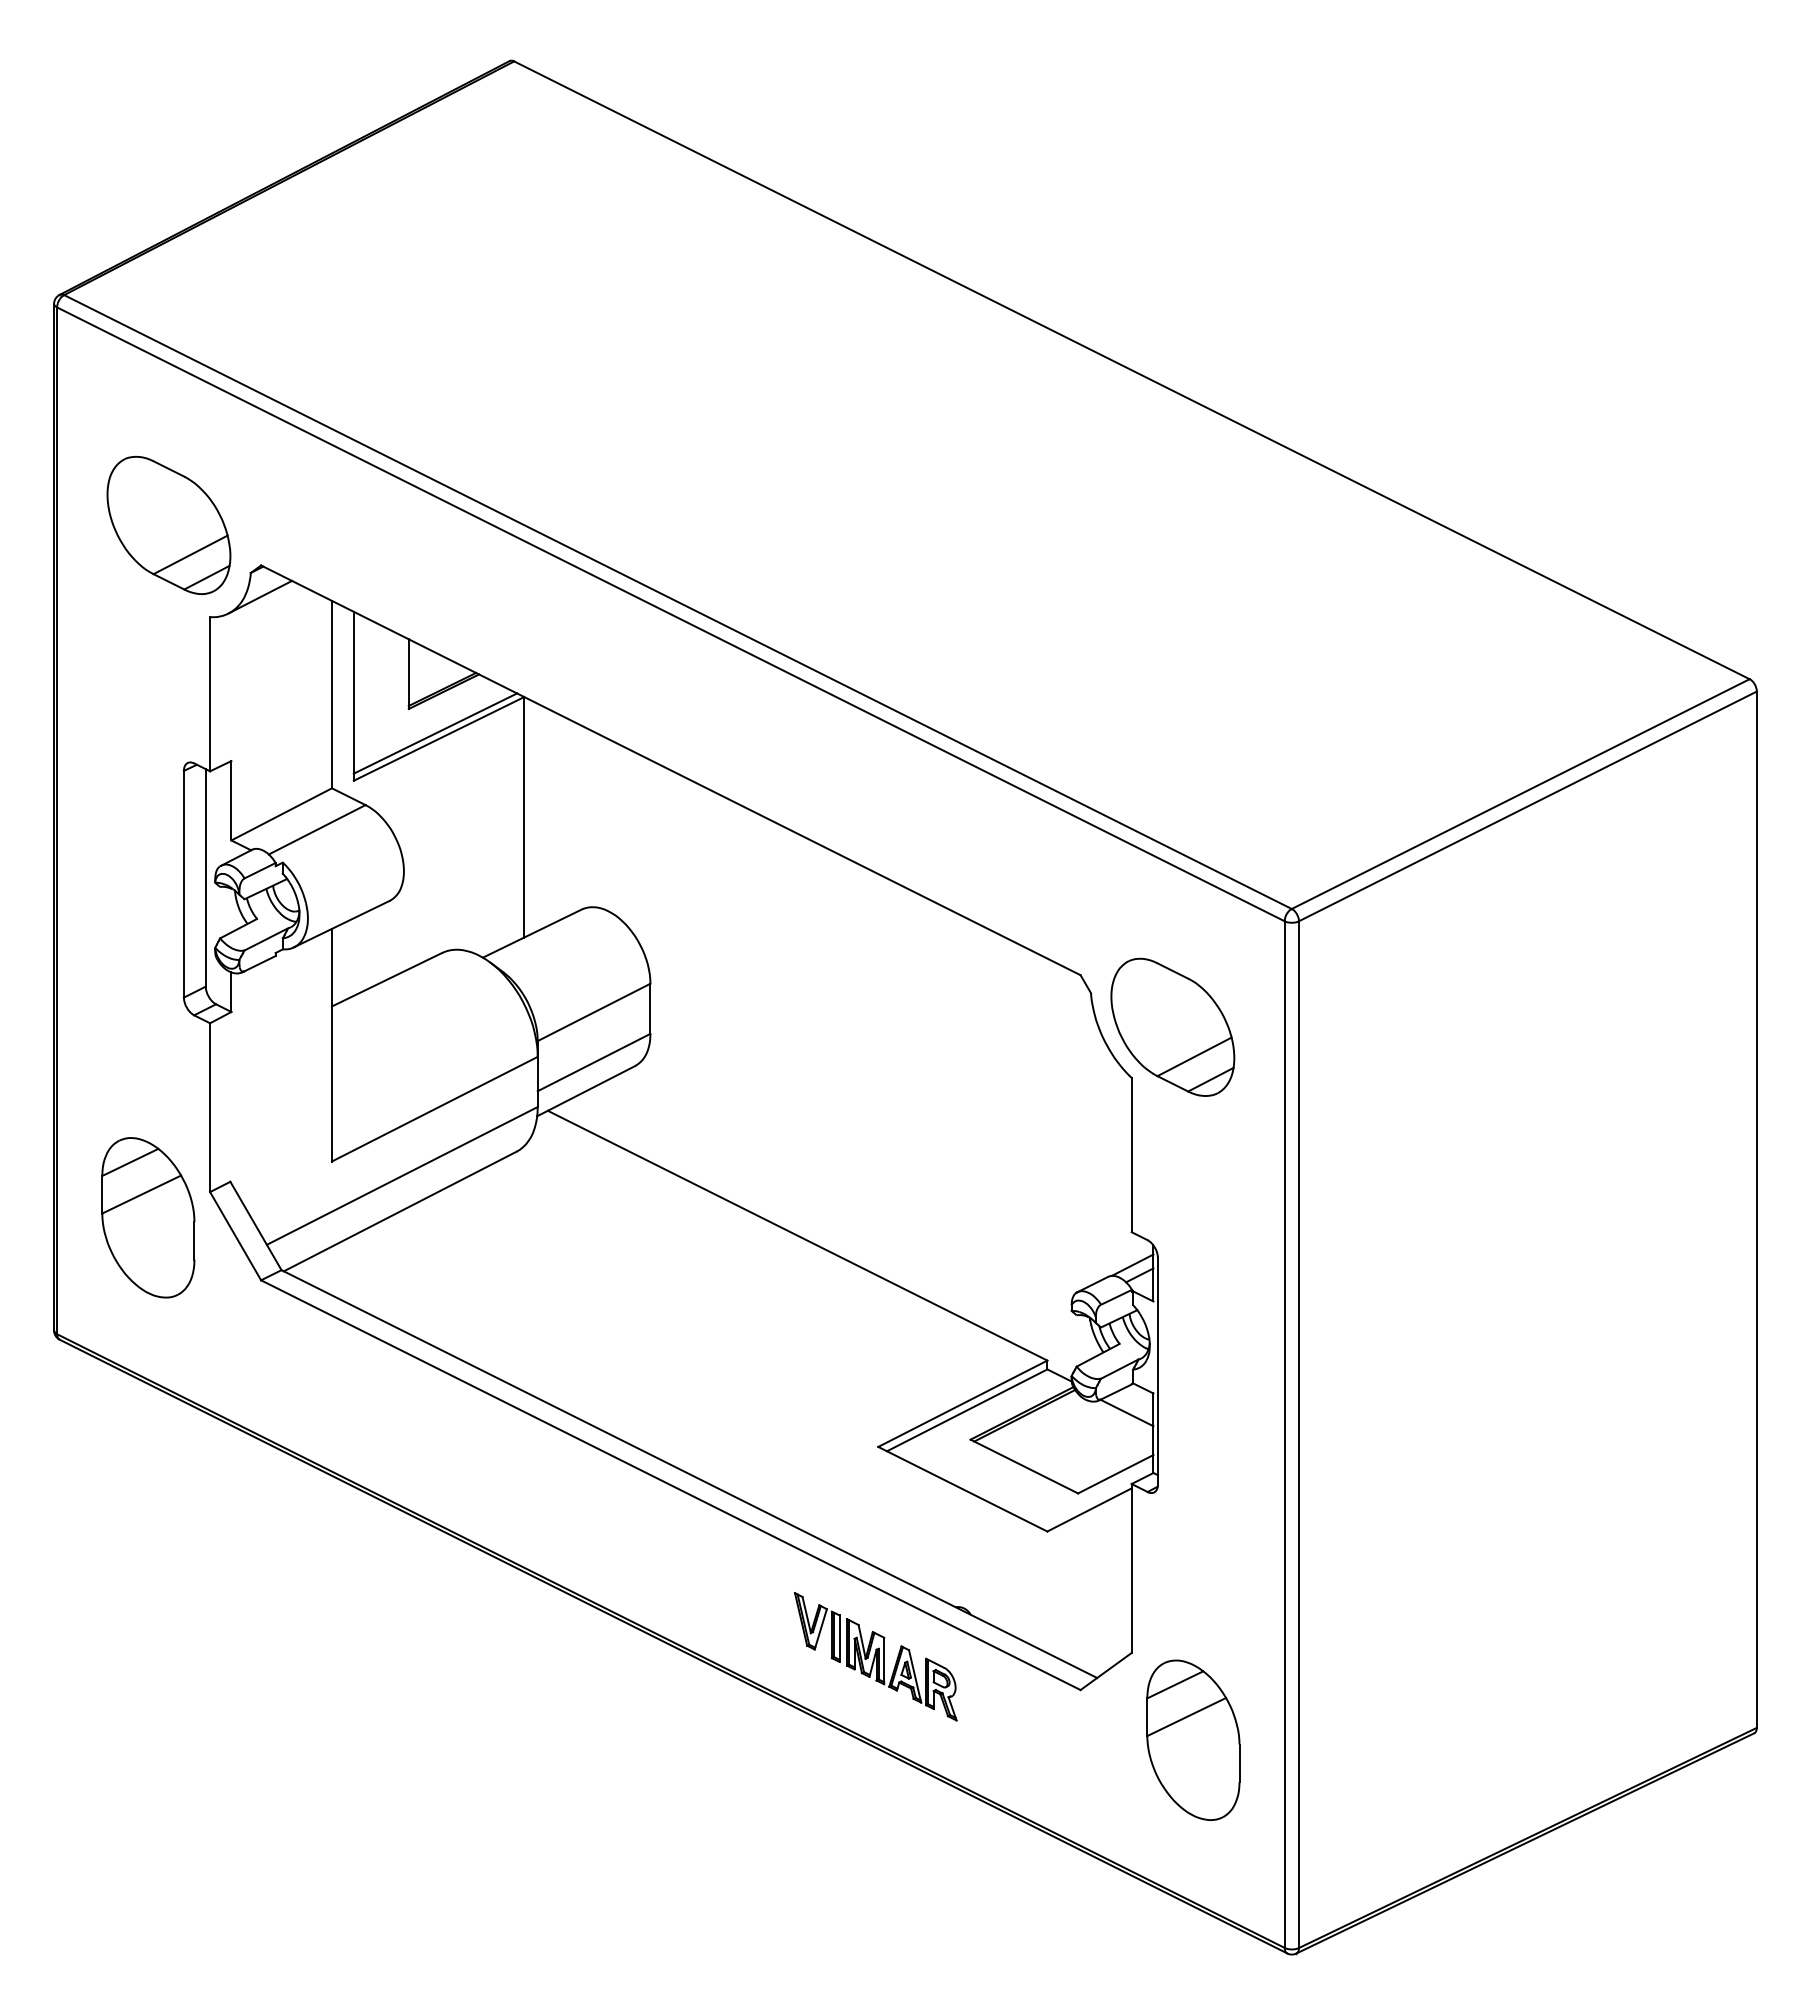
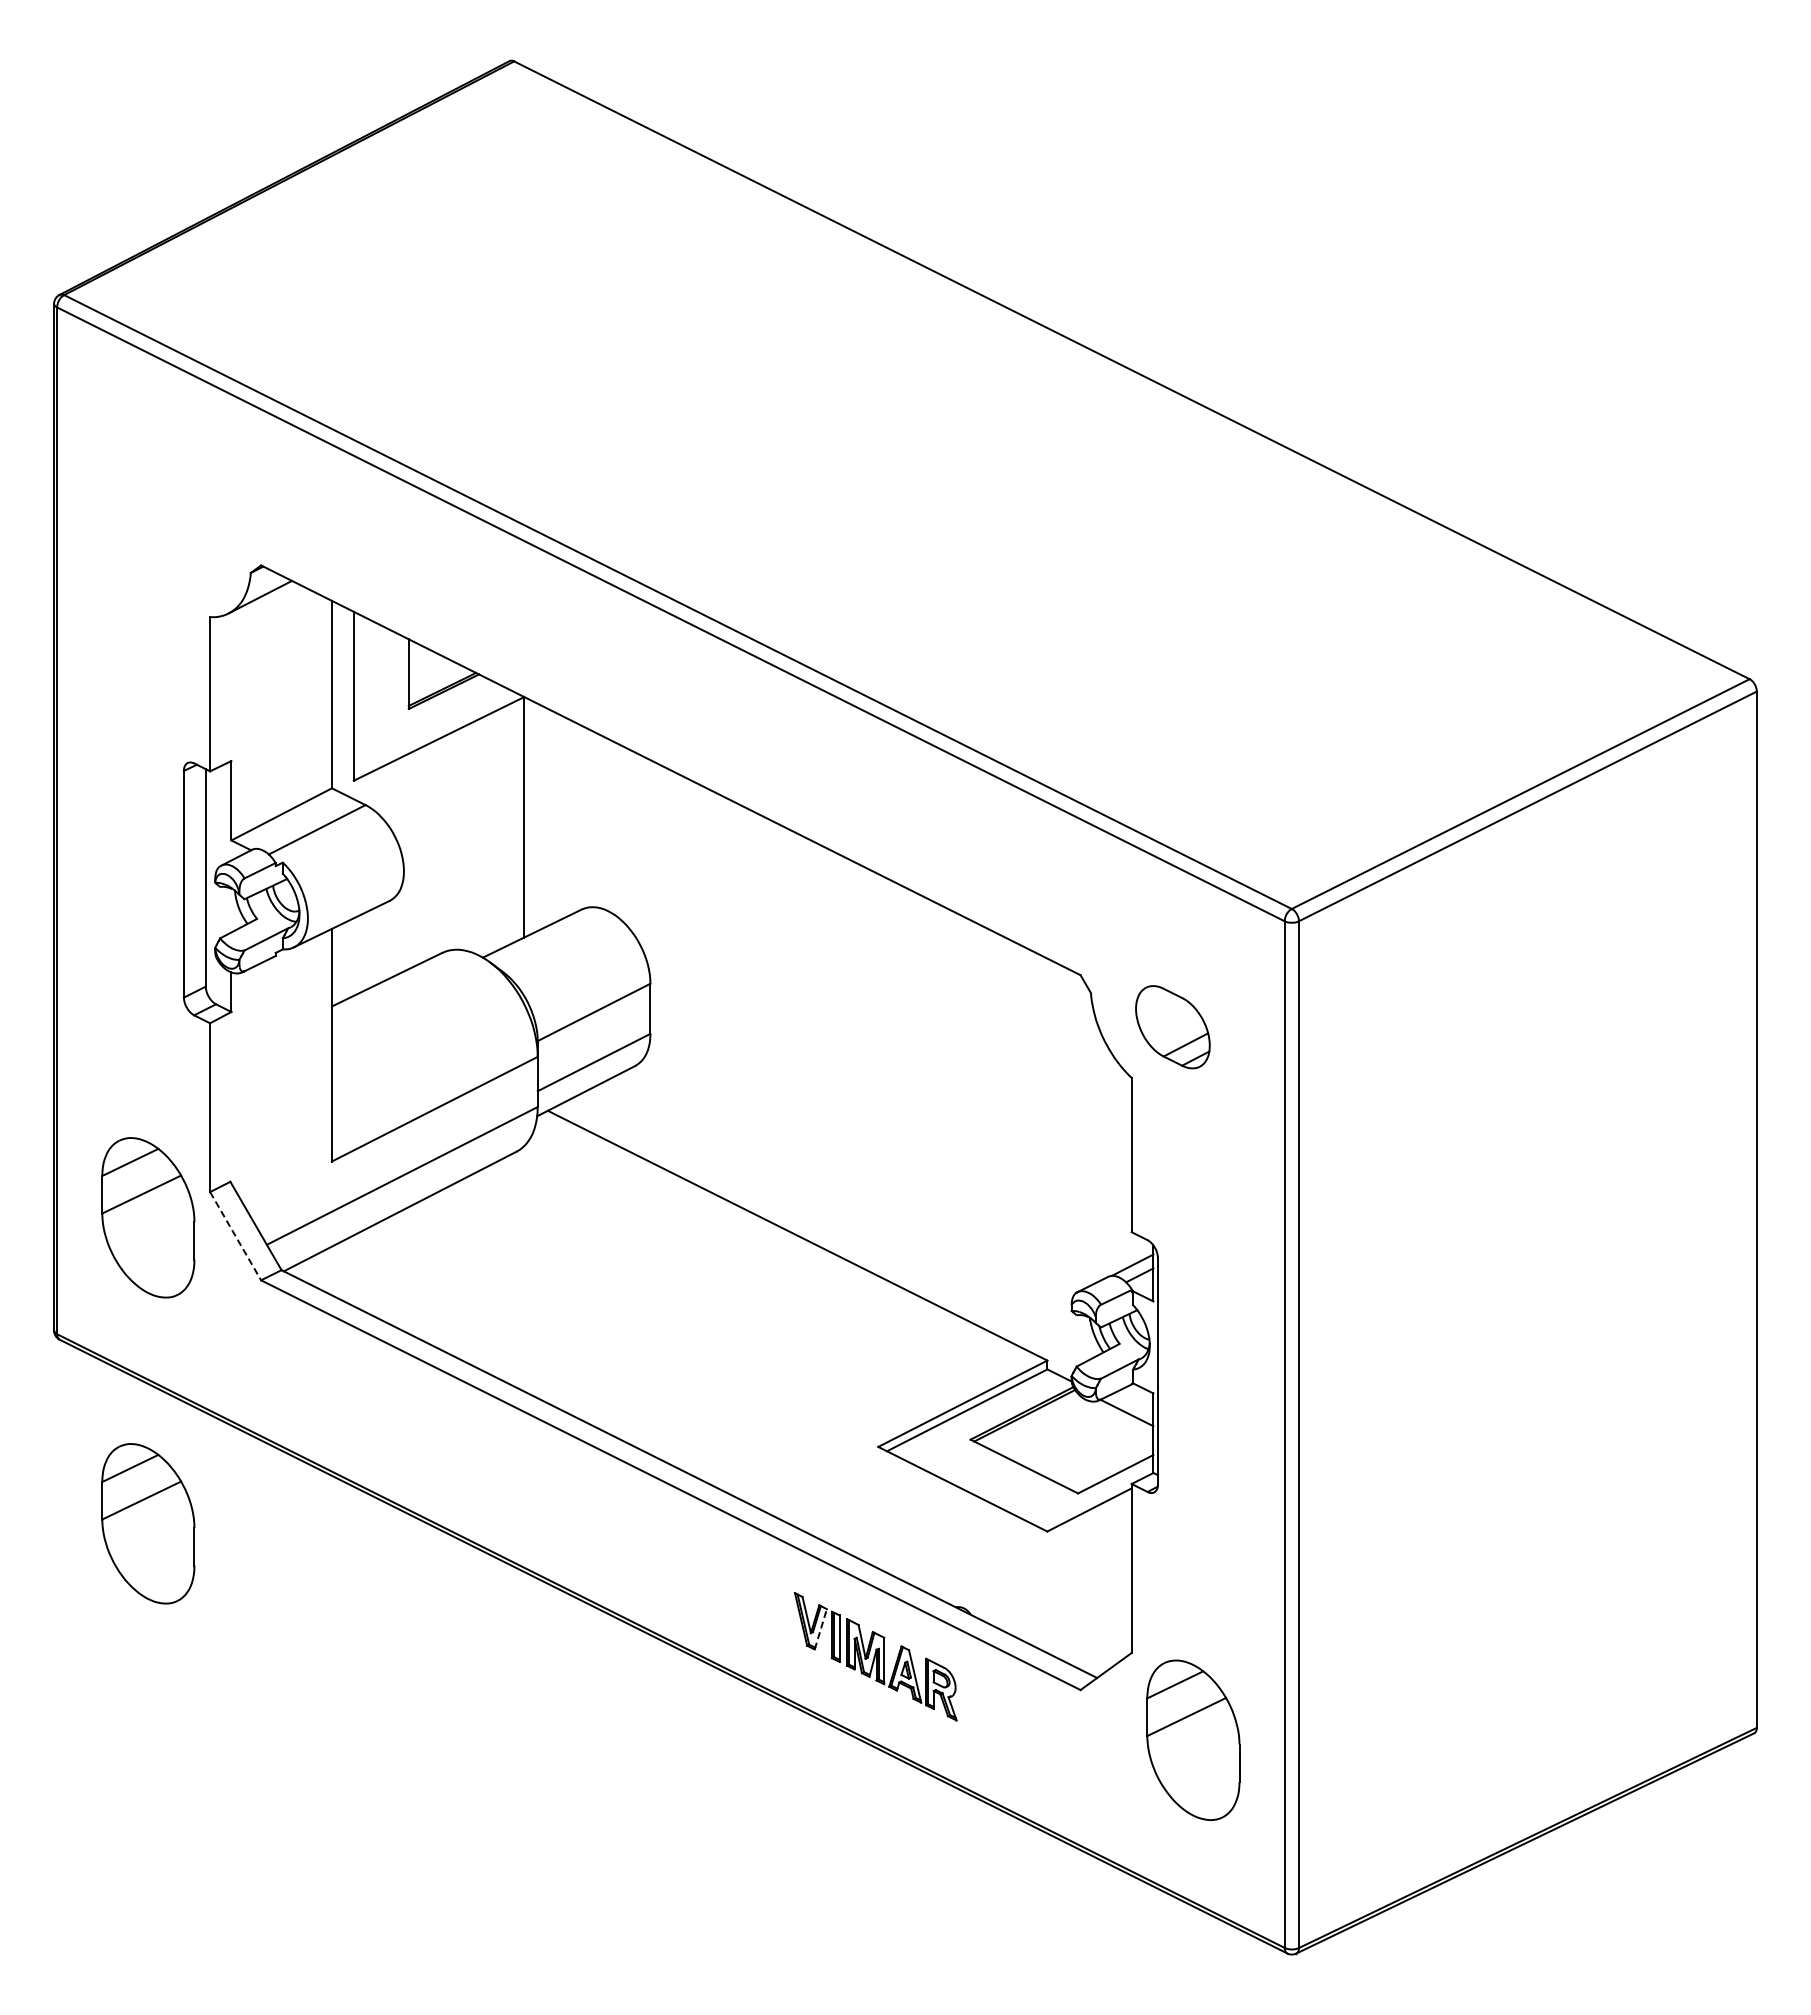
part at (168, 524): present -> none
line at (435, 733): present -> none
part at (1172, 1026) size: 126x140 px -> 76x85 px
line at (235, 1236): solid -> dashed
part at (148, 1523): none -> present
line at (820, 1628): solid -> dashed
